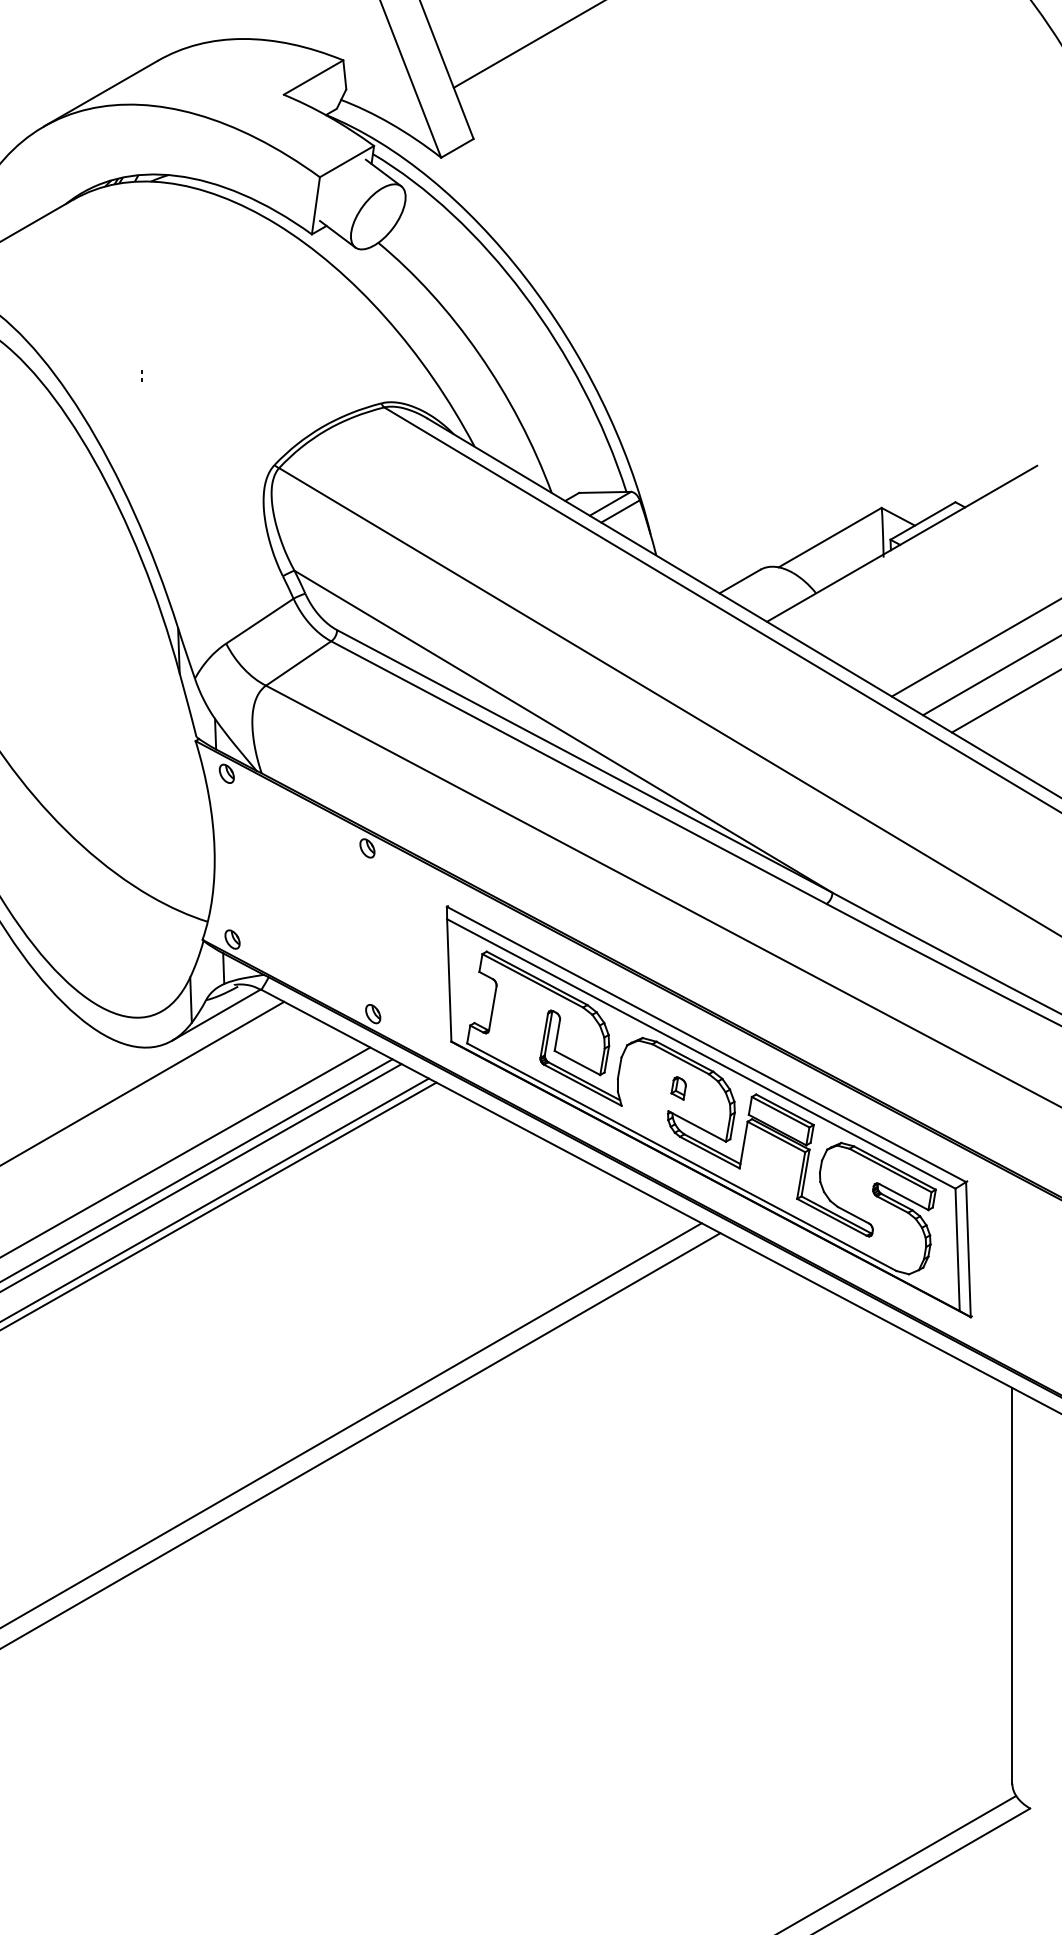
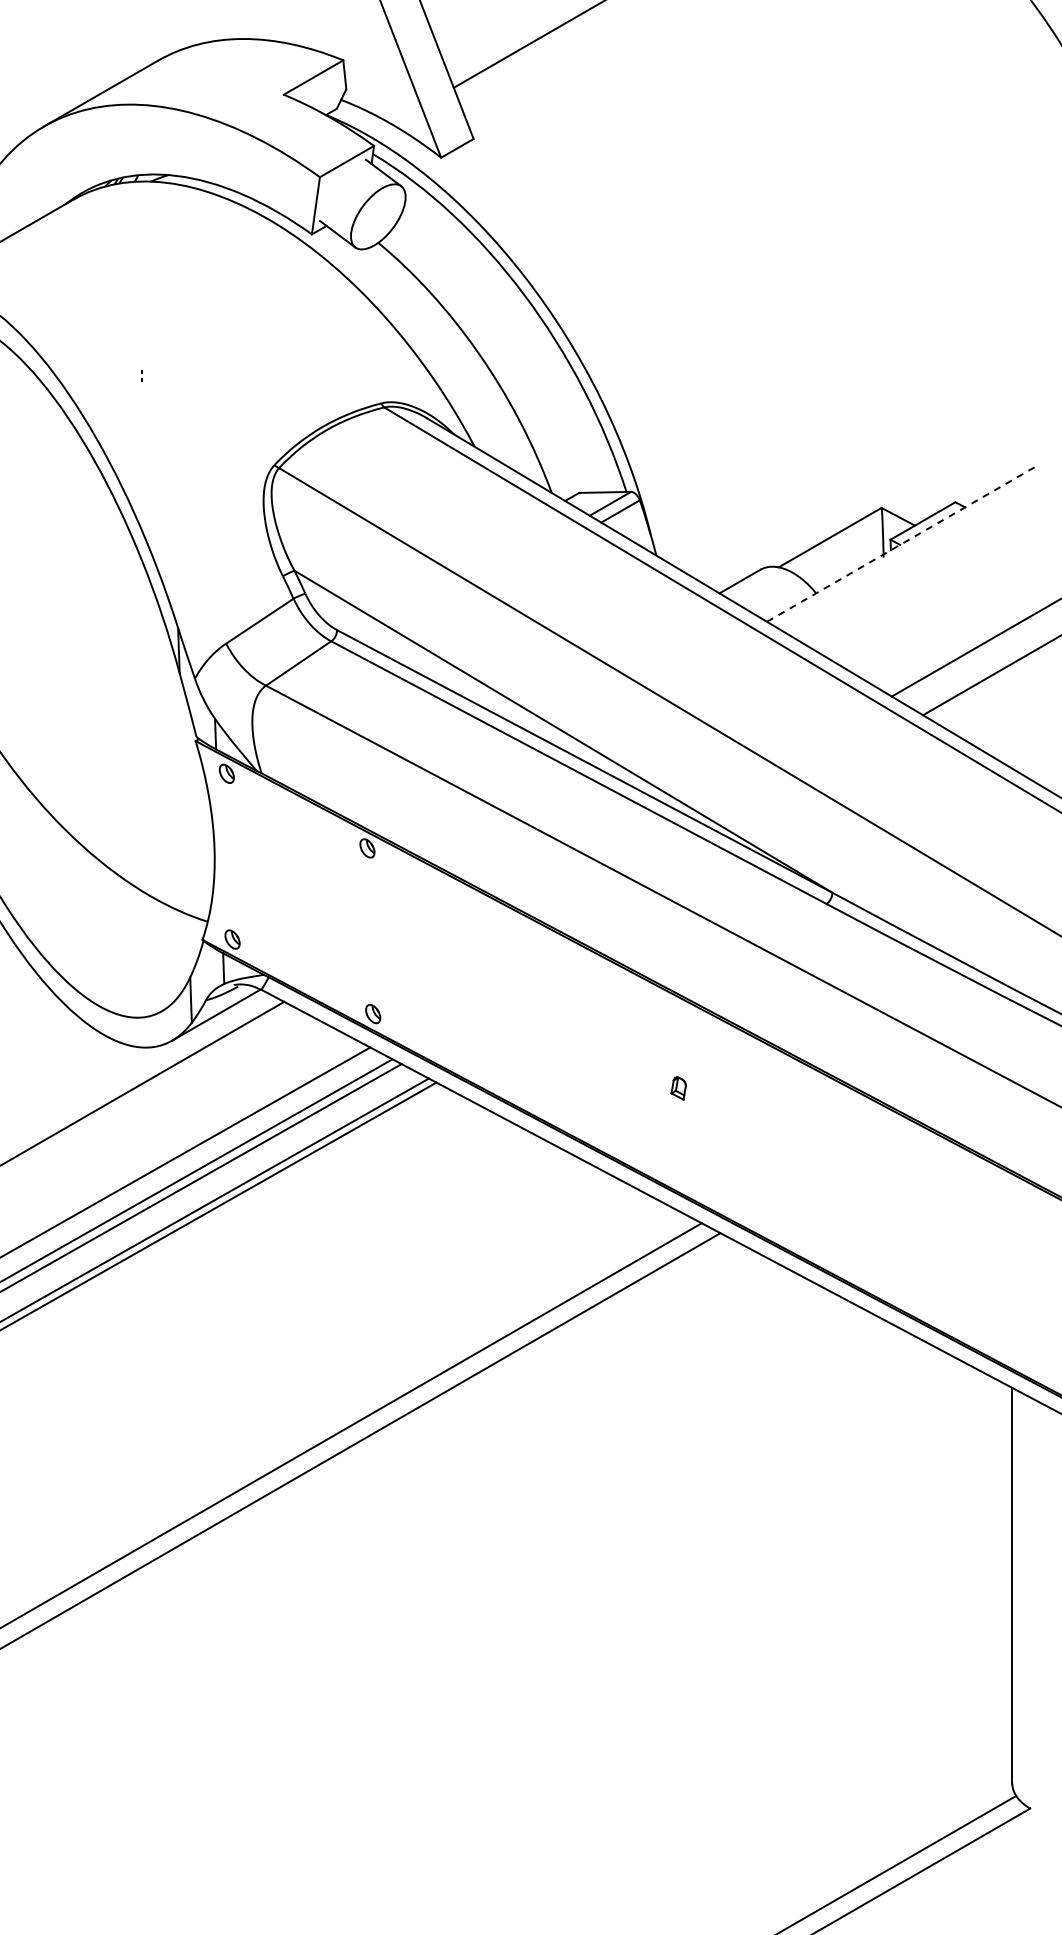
line at (902, 543): solid -> dashed
line at (1004, 701): present -> none
part at (708, 1111): present -> none
